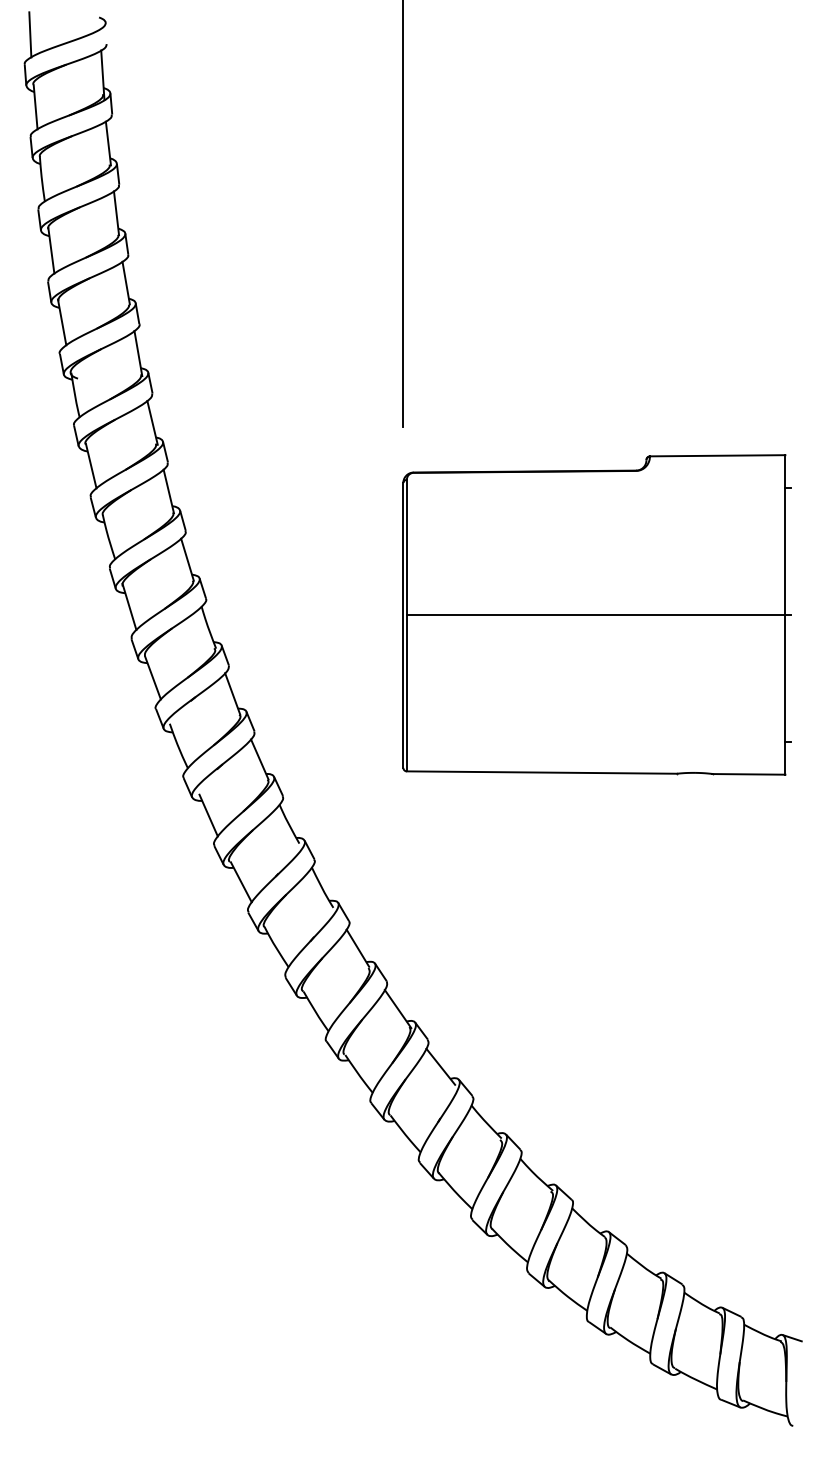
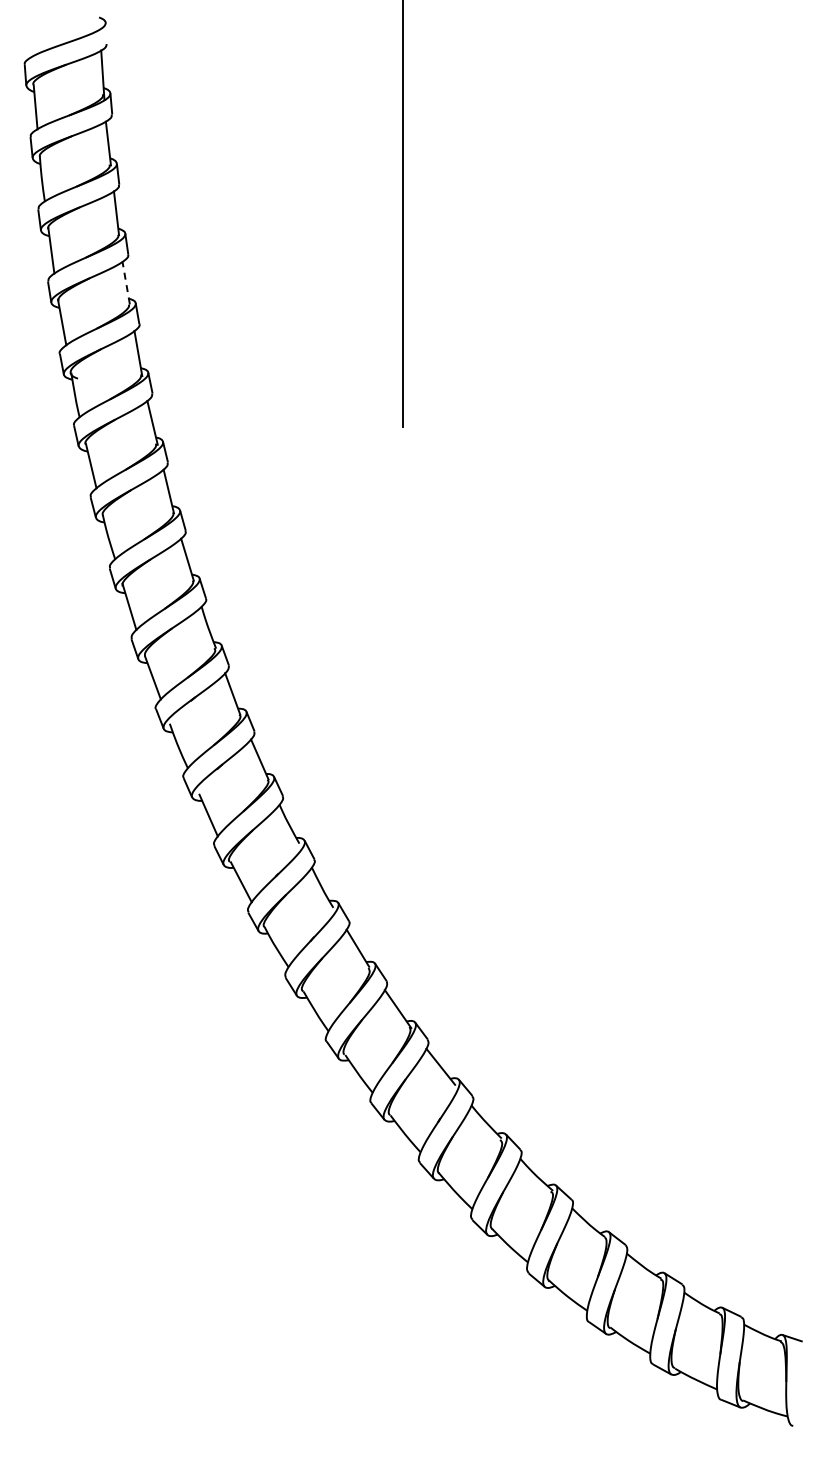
line at (30, 34): present -> none
line at (126, 283): solid -> dashed
part at (596, 614): present -> none
